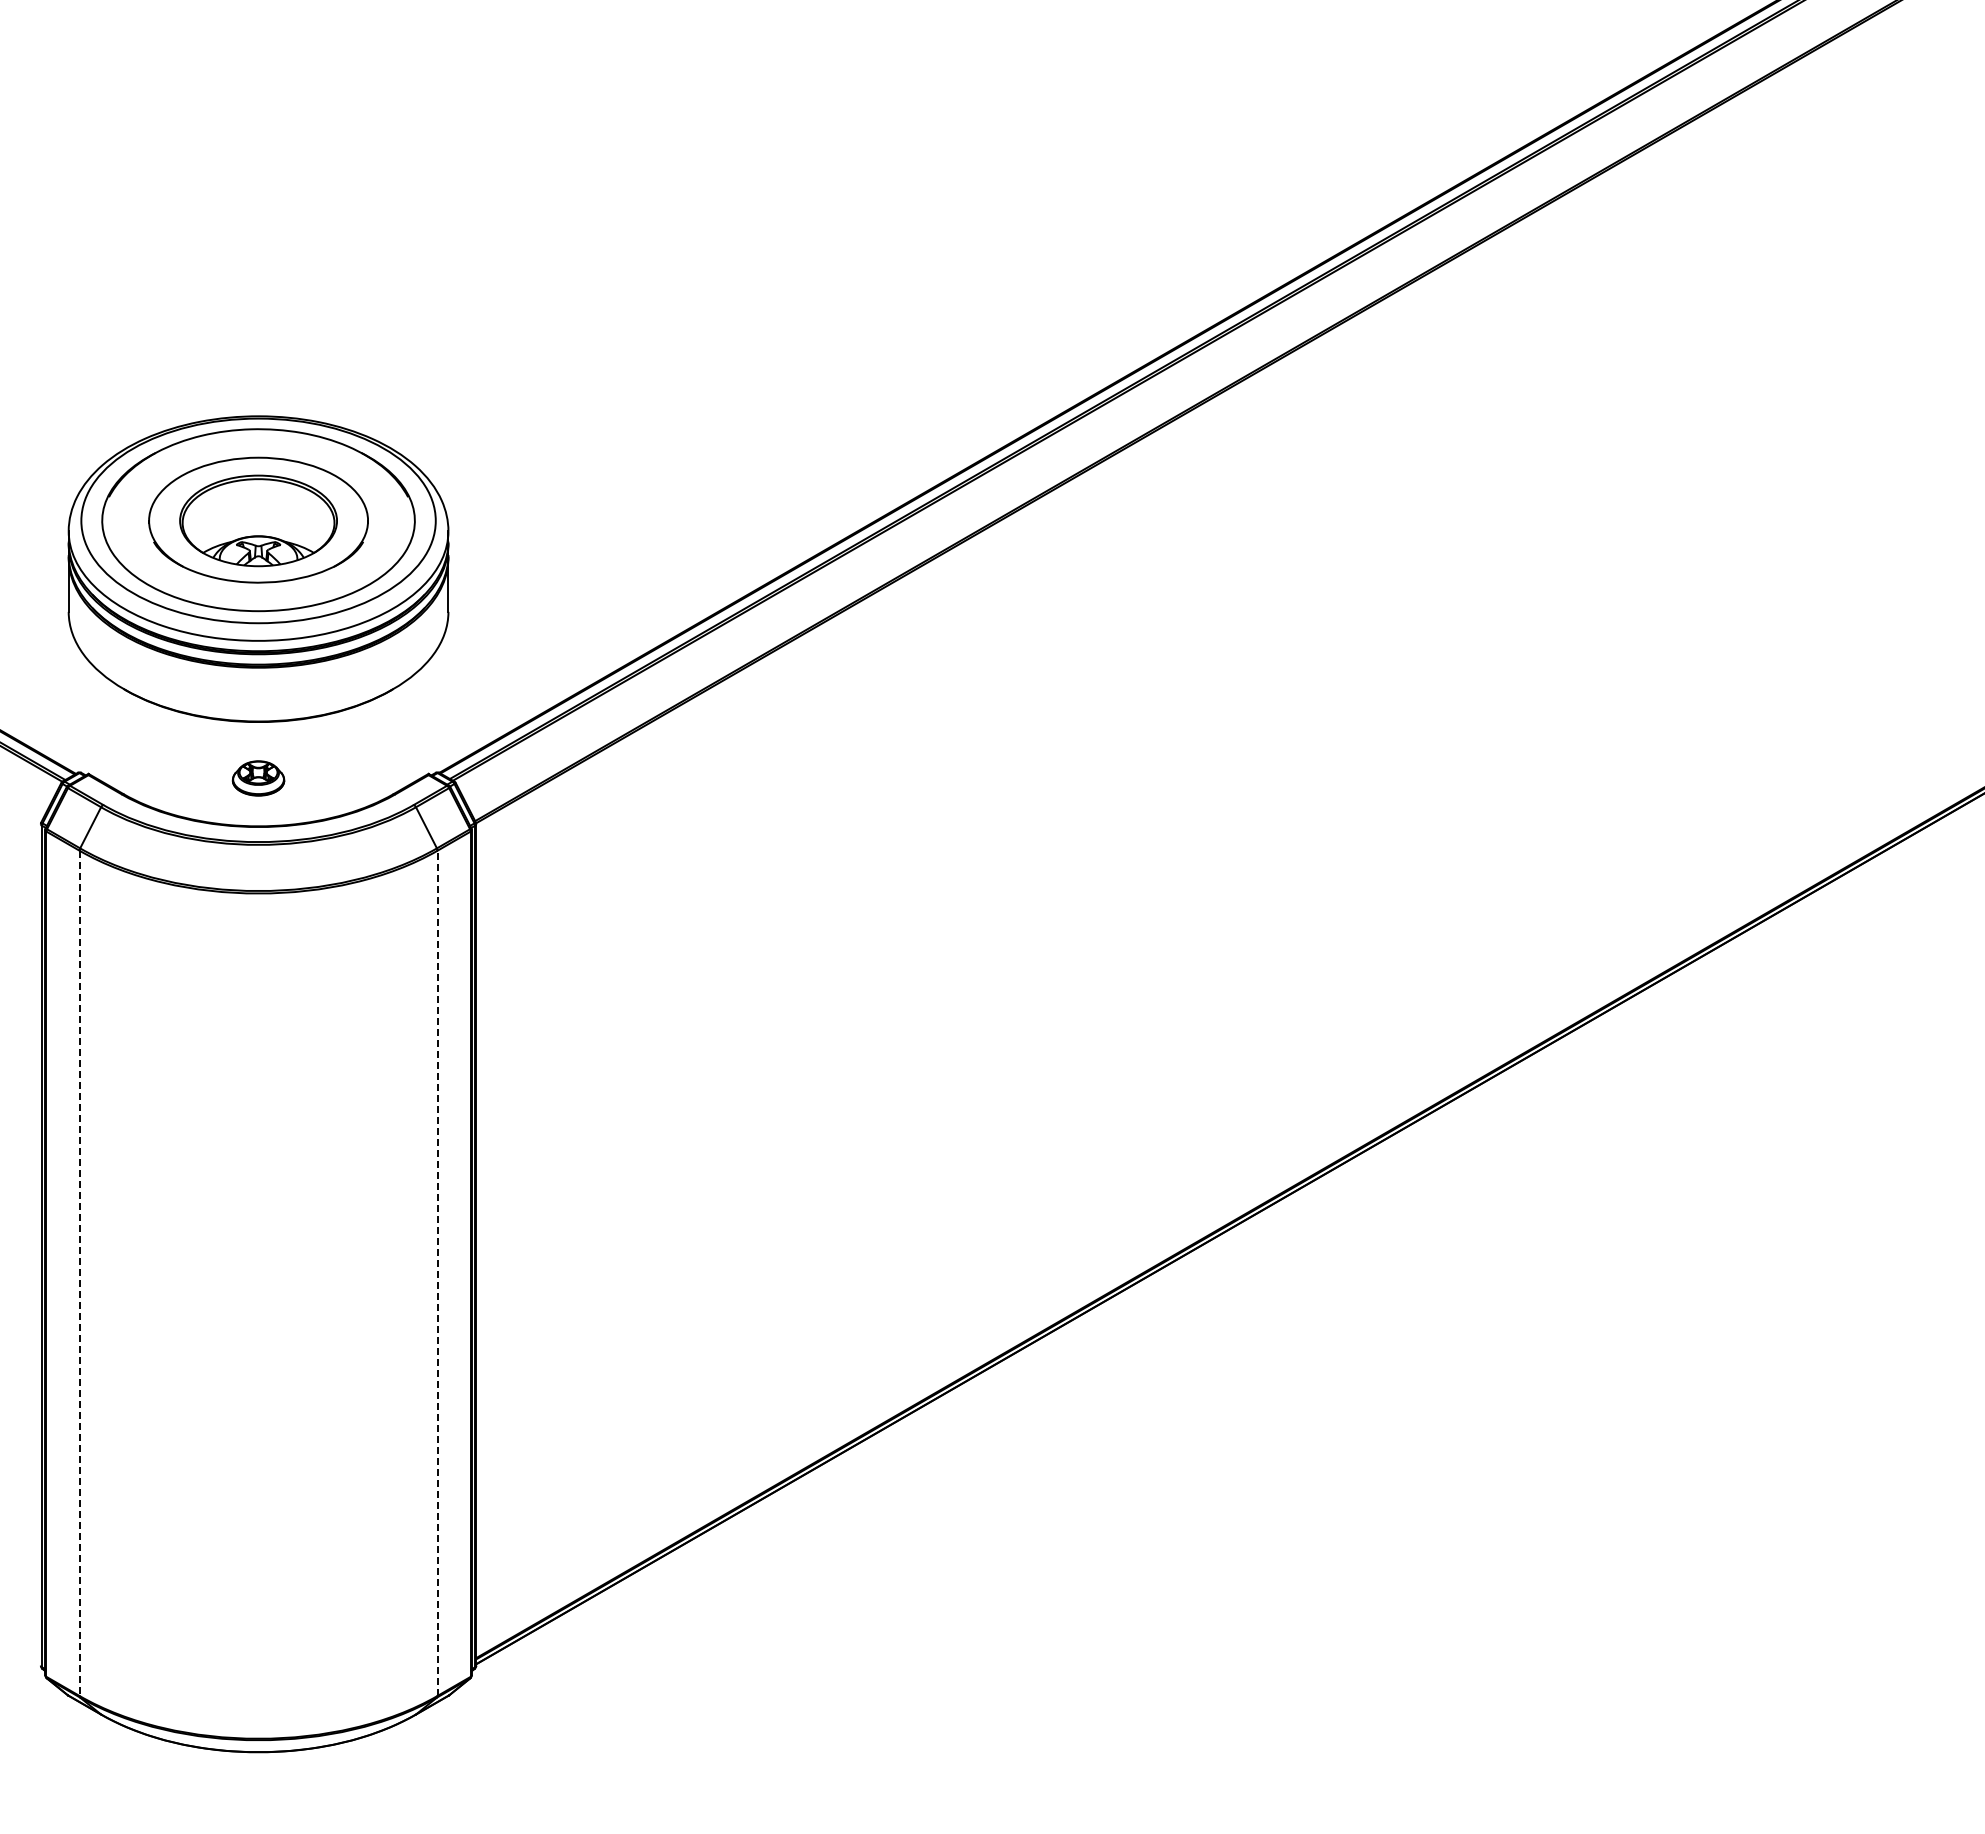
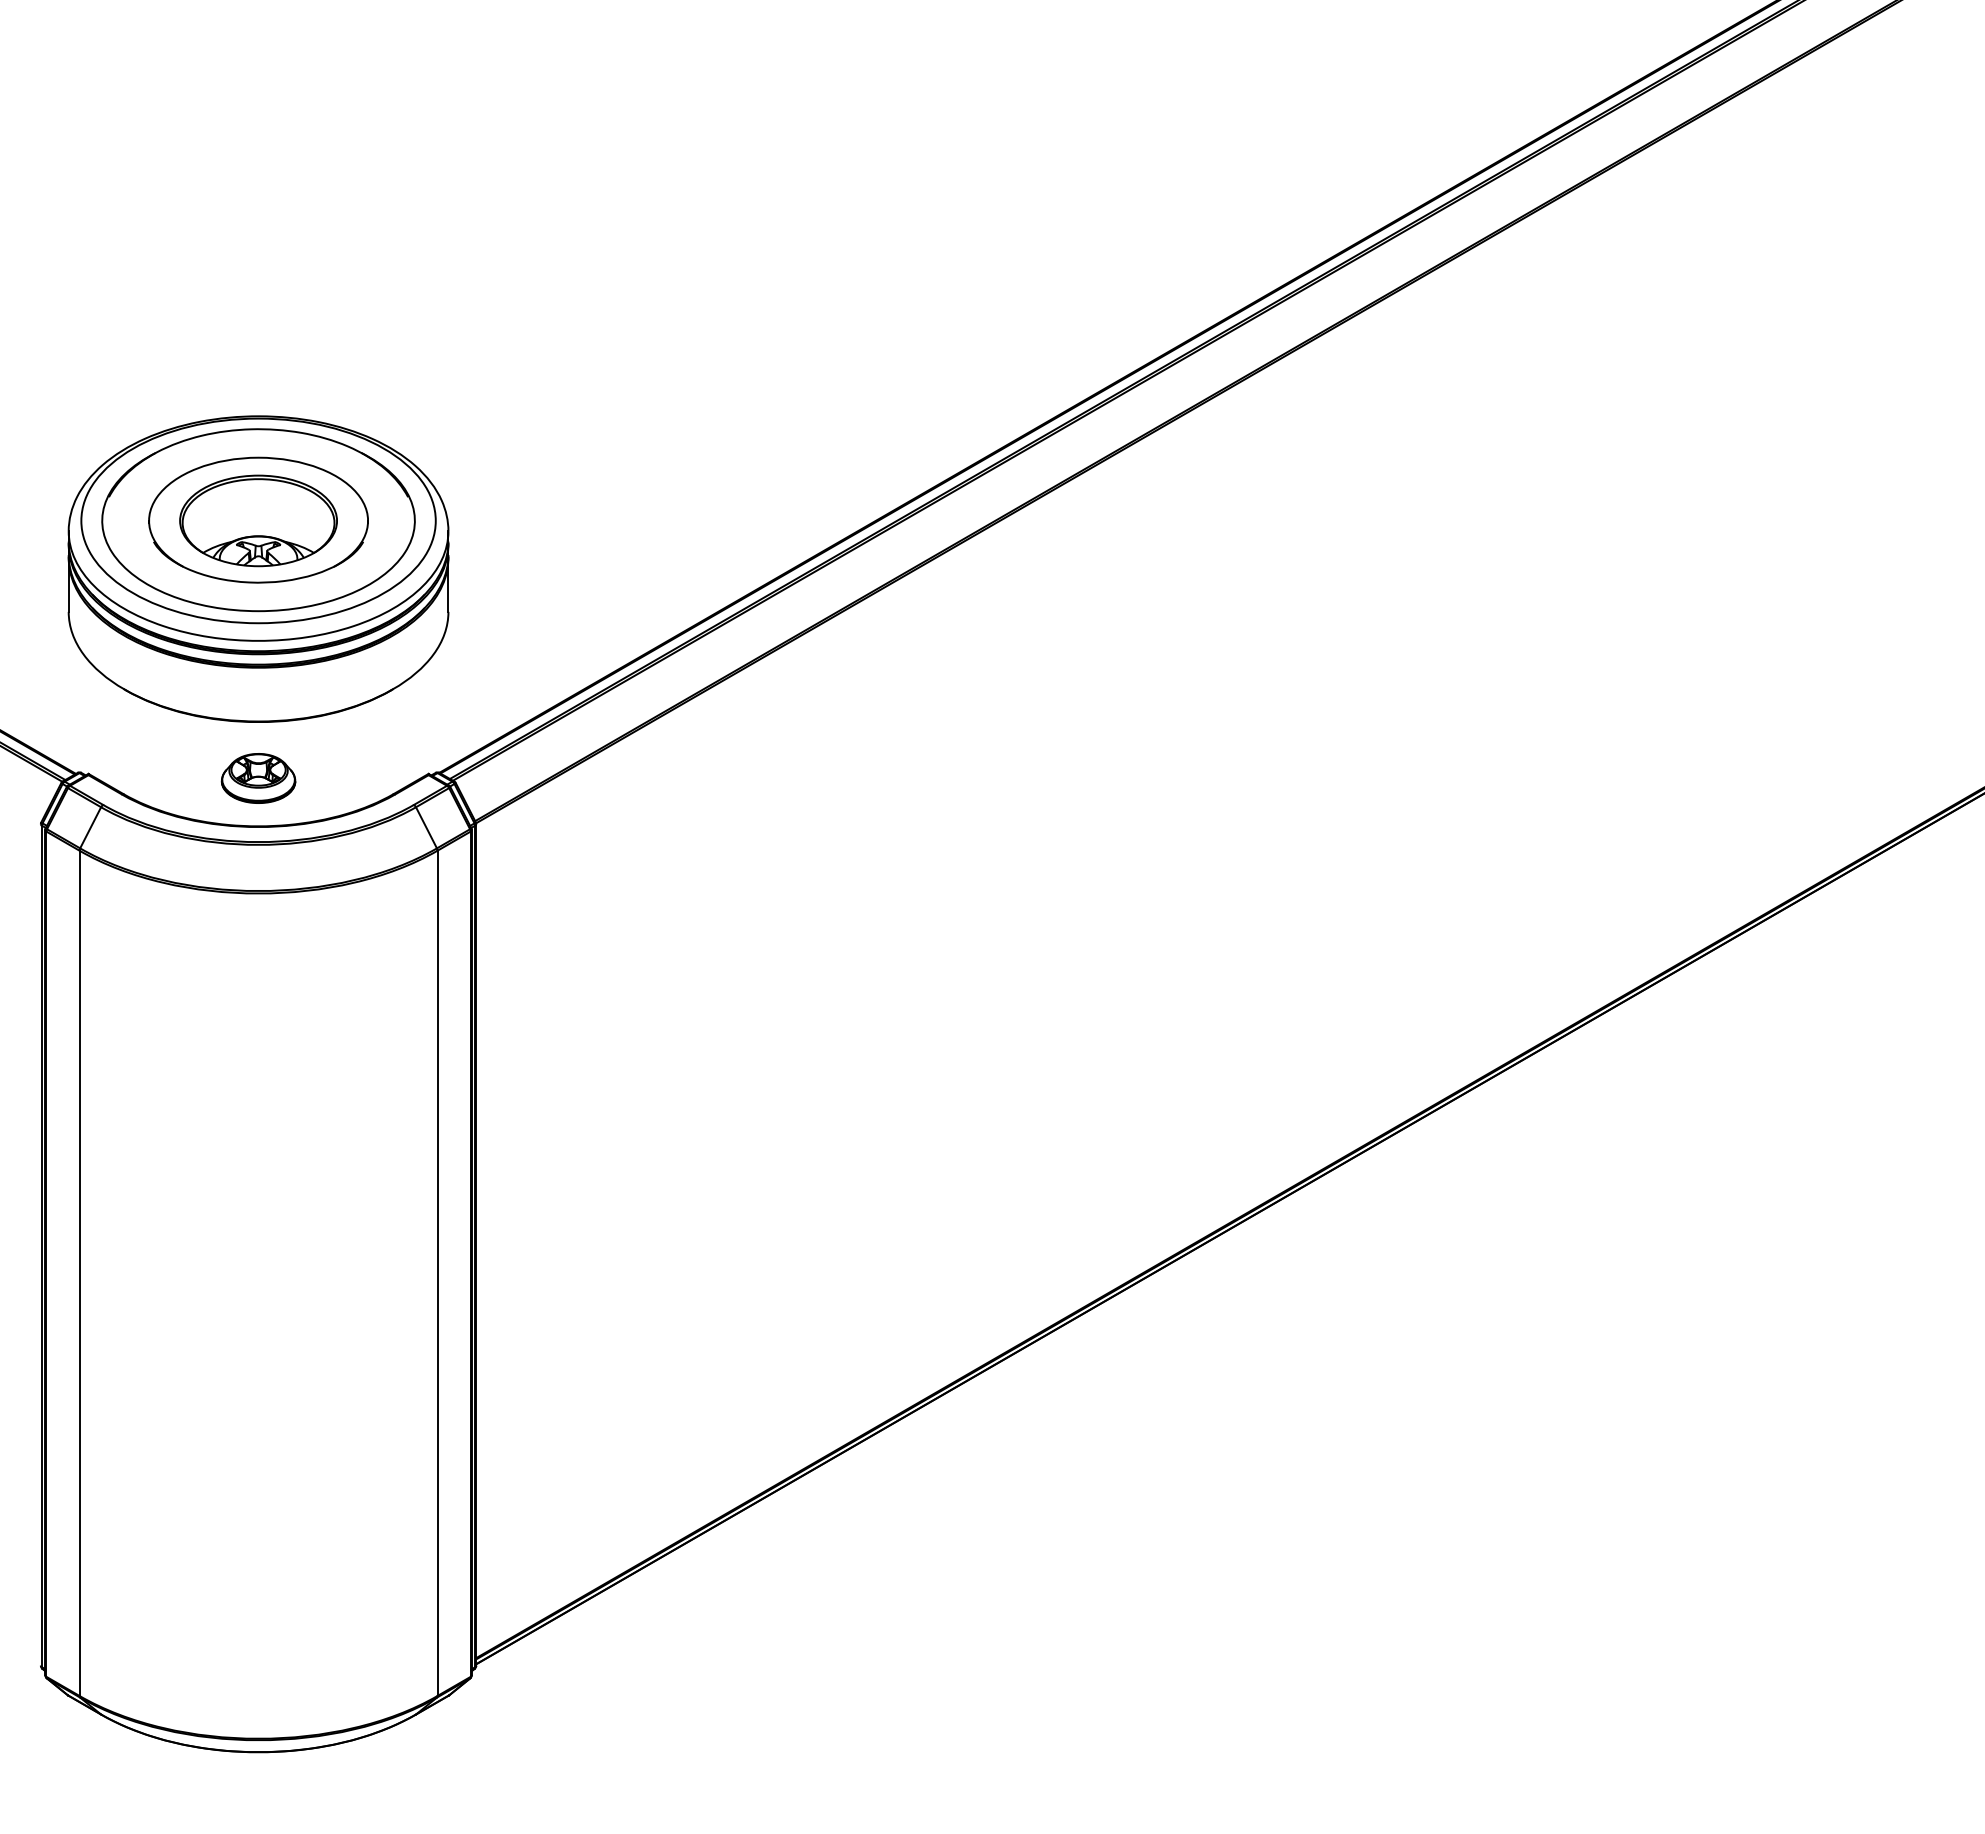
part at (258, 778) size: 55x37 px -> 77x51 px
line at (79, 1273): dashed -> solid
line at (437, 1273): dashed -> solid
